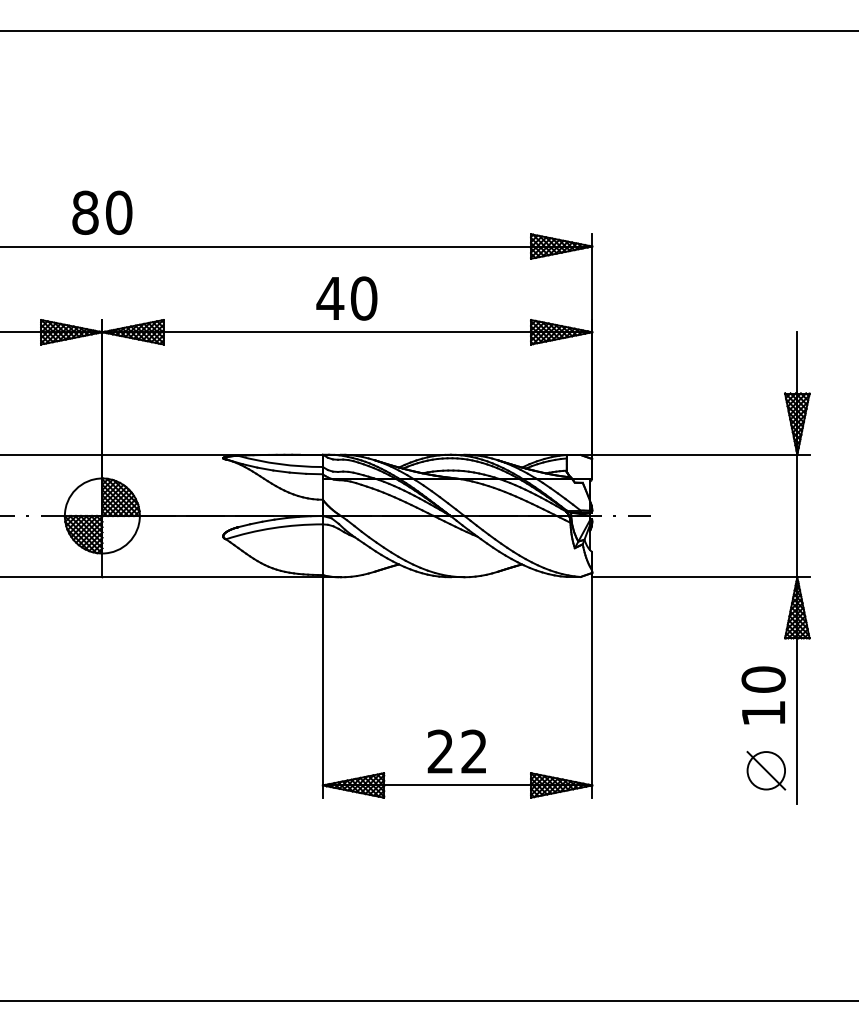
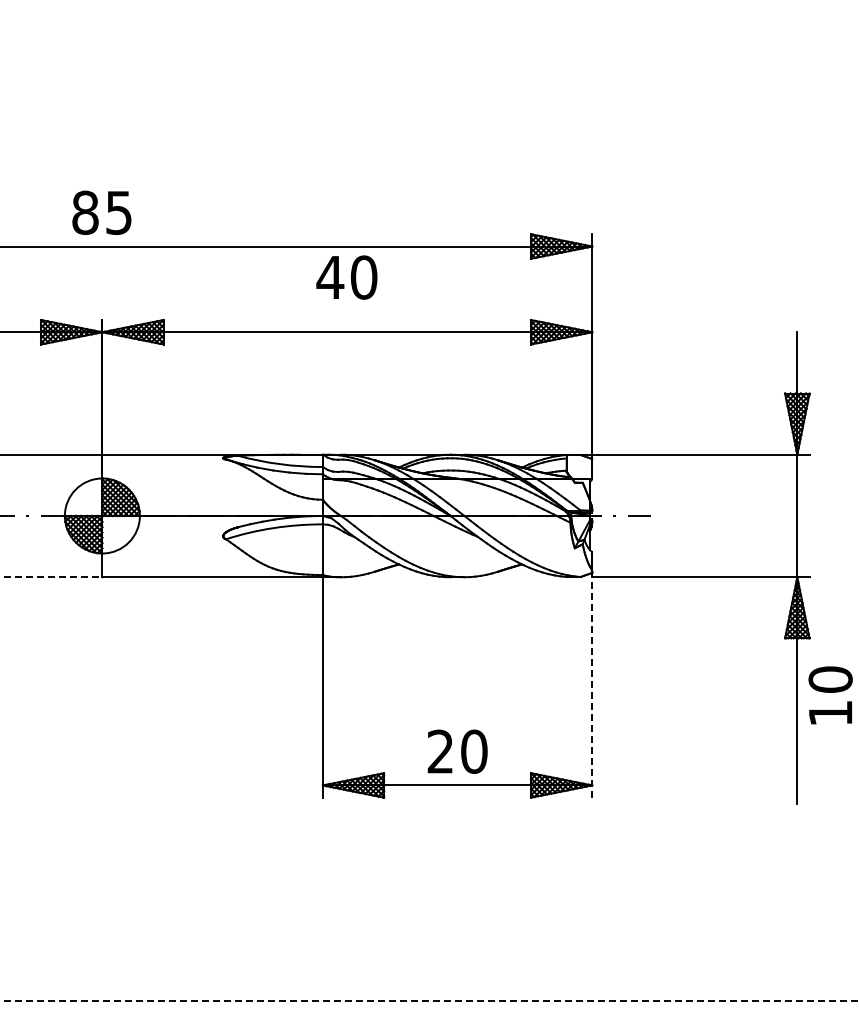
line at (428, 30): present -> none
text at (119, 212): 80 -> 85
text at (346, 298) position: (346, 298) -> (346, 277)
line at (51, 577): solid -> dashed
line at (592, 686): solid -> dashed
text at (763, 695) position: (763, 695) -> (830, 695)
text at (474, 751): 22 -> 20
part at (766, 770): present -> none
line at (429, 1001): solid -> dashed
